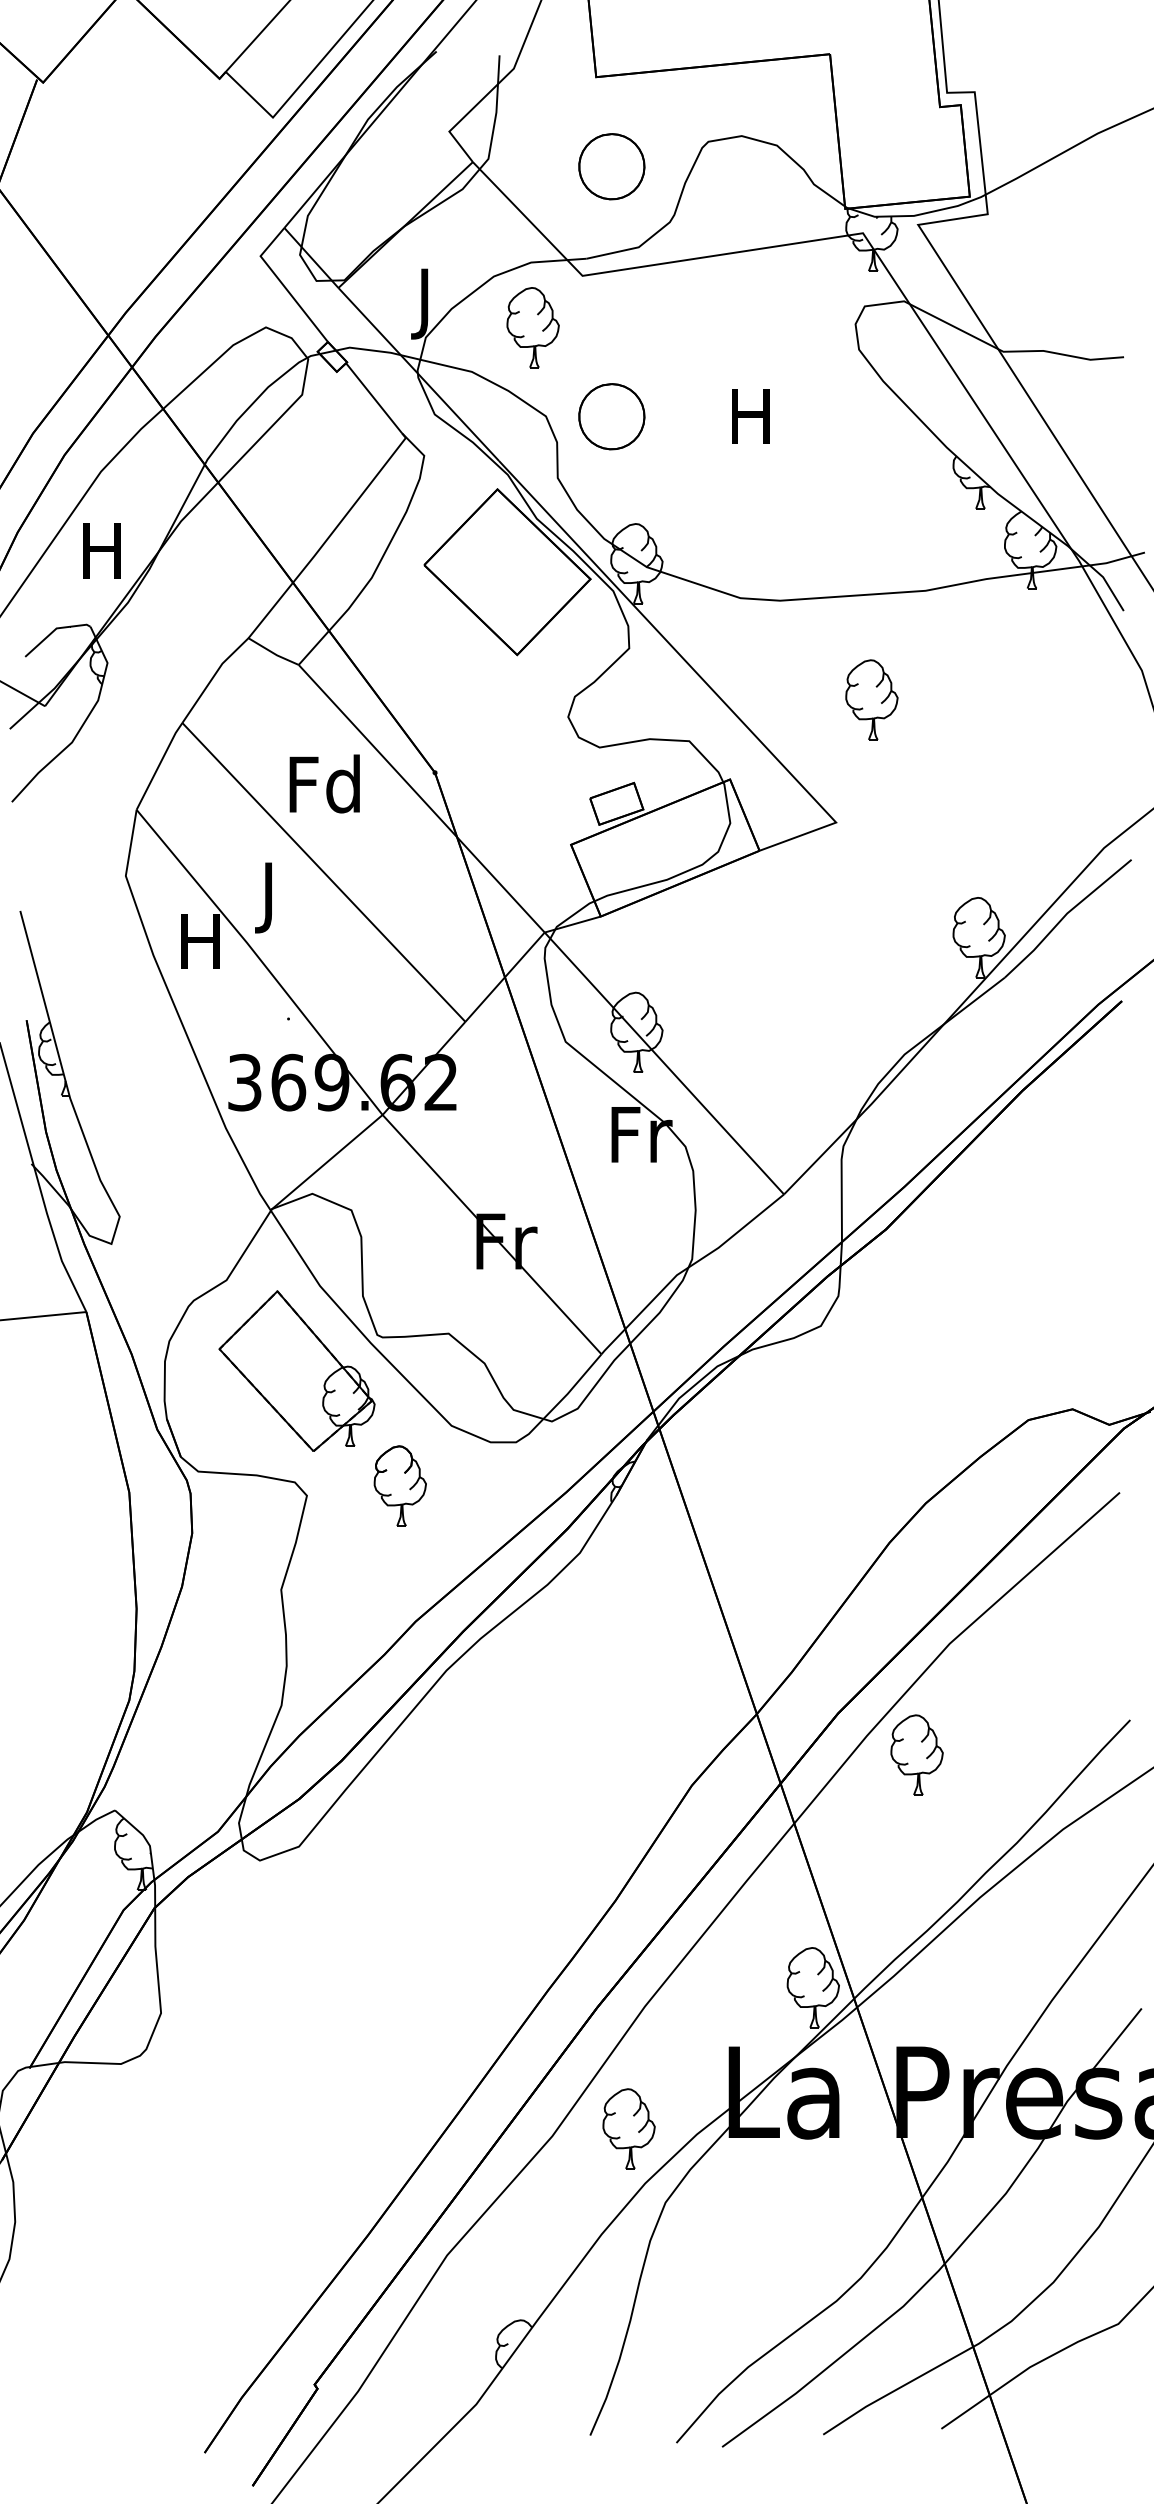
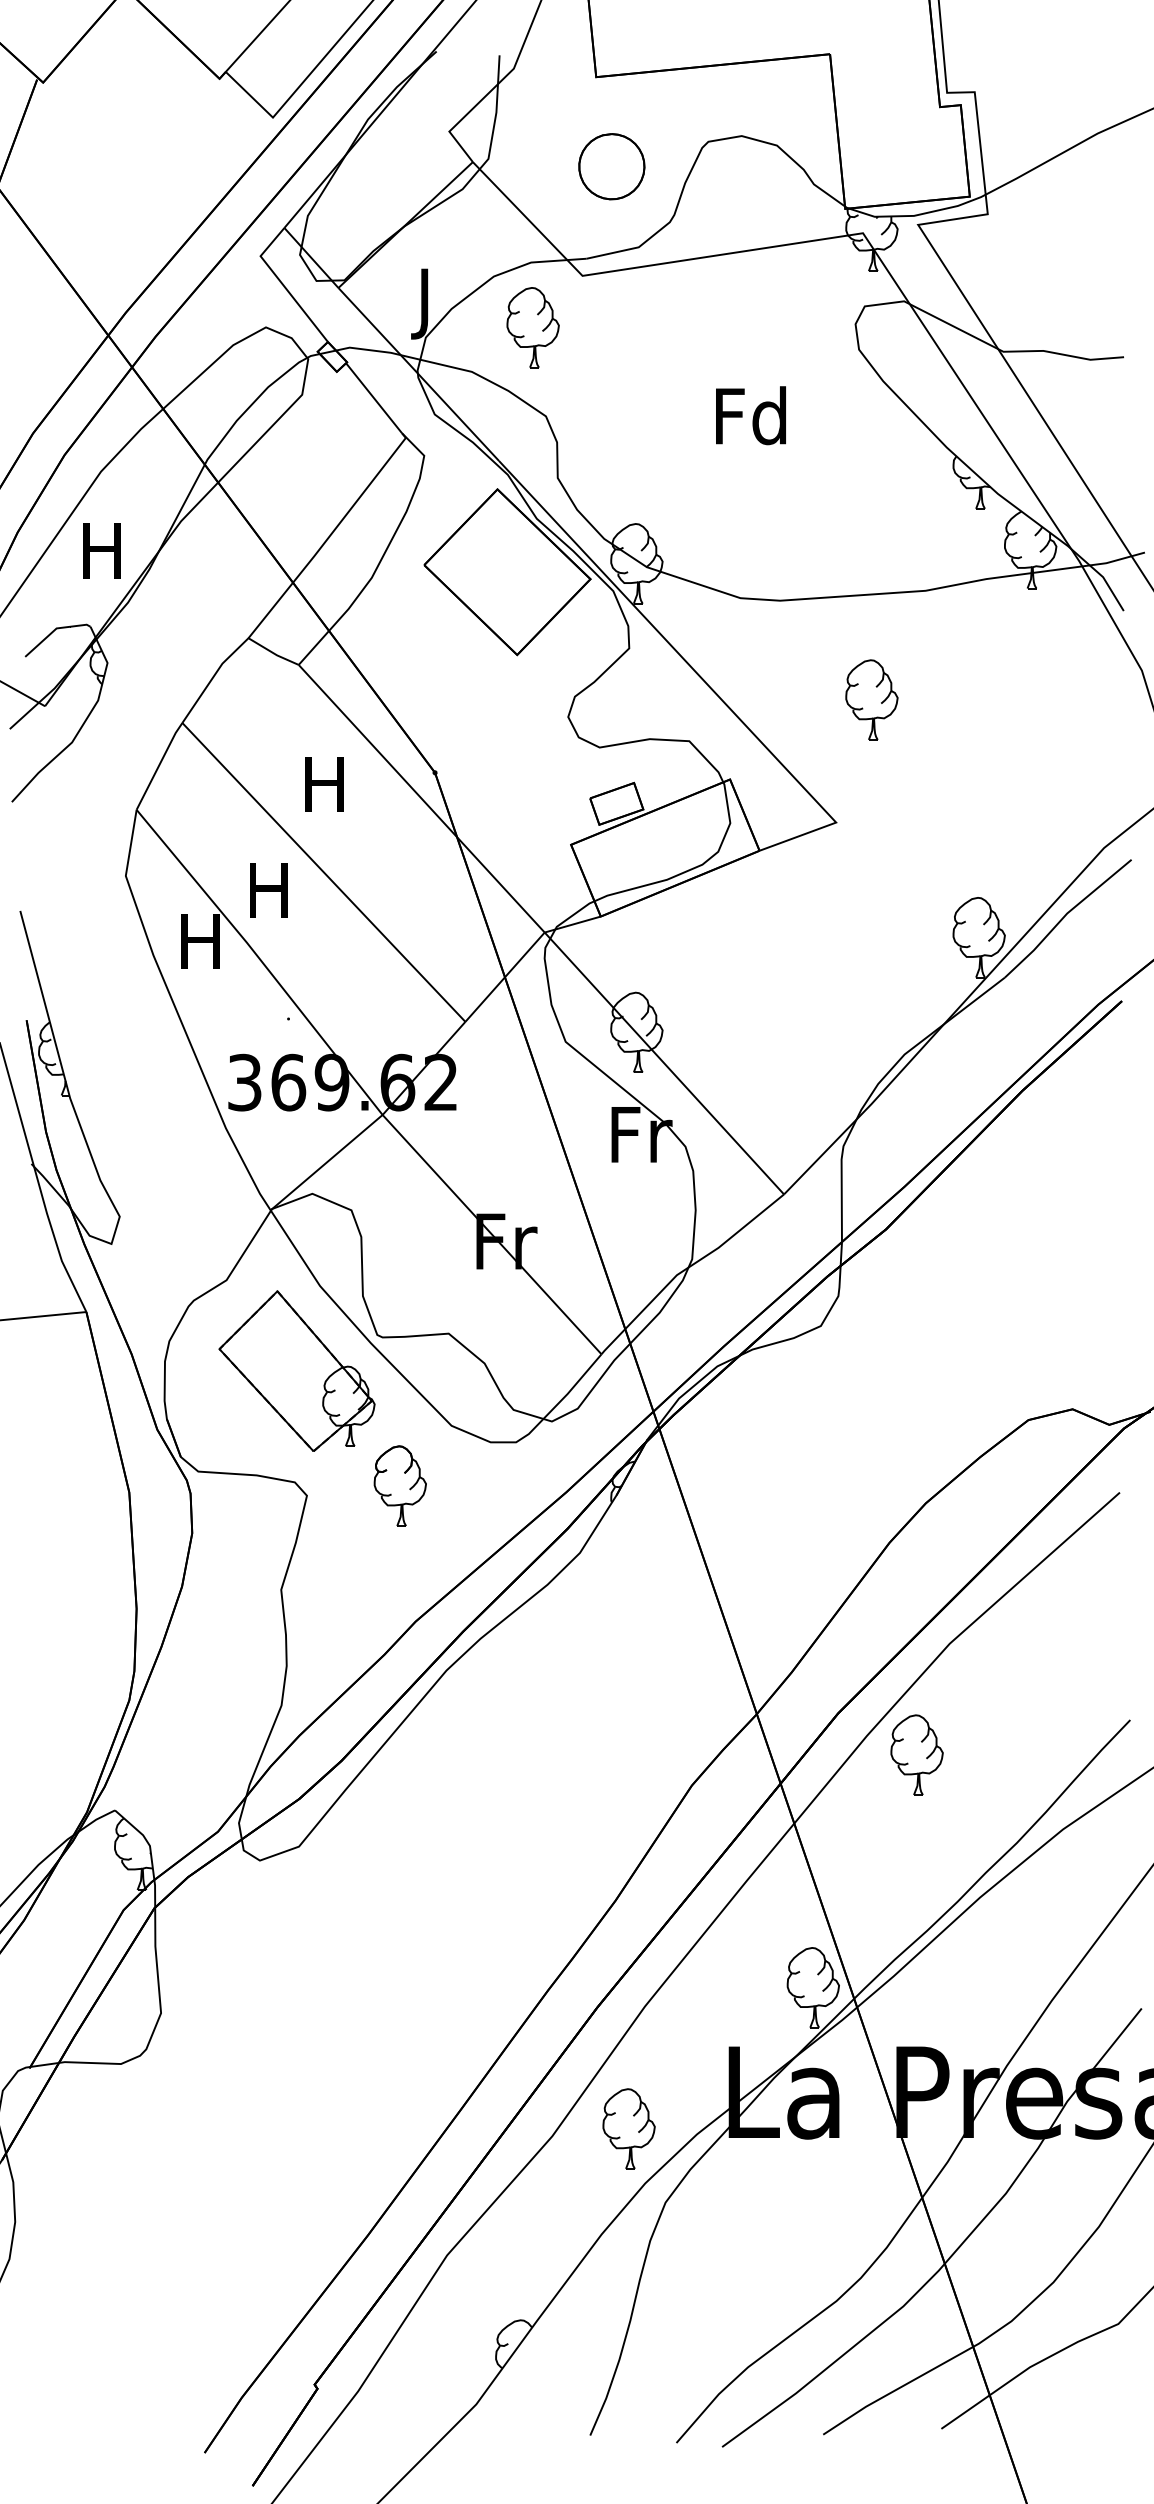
text at (750, 415): H -> Fd
part at (611, 416): present -> none
text at (324, 783): Fd -> H
text at (268, 897): J -> H
